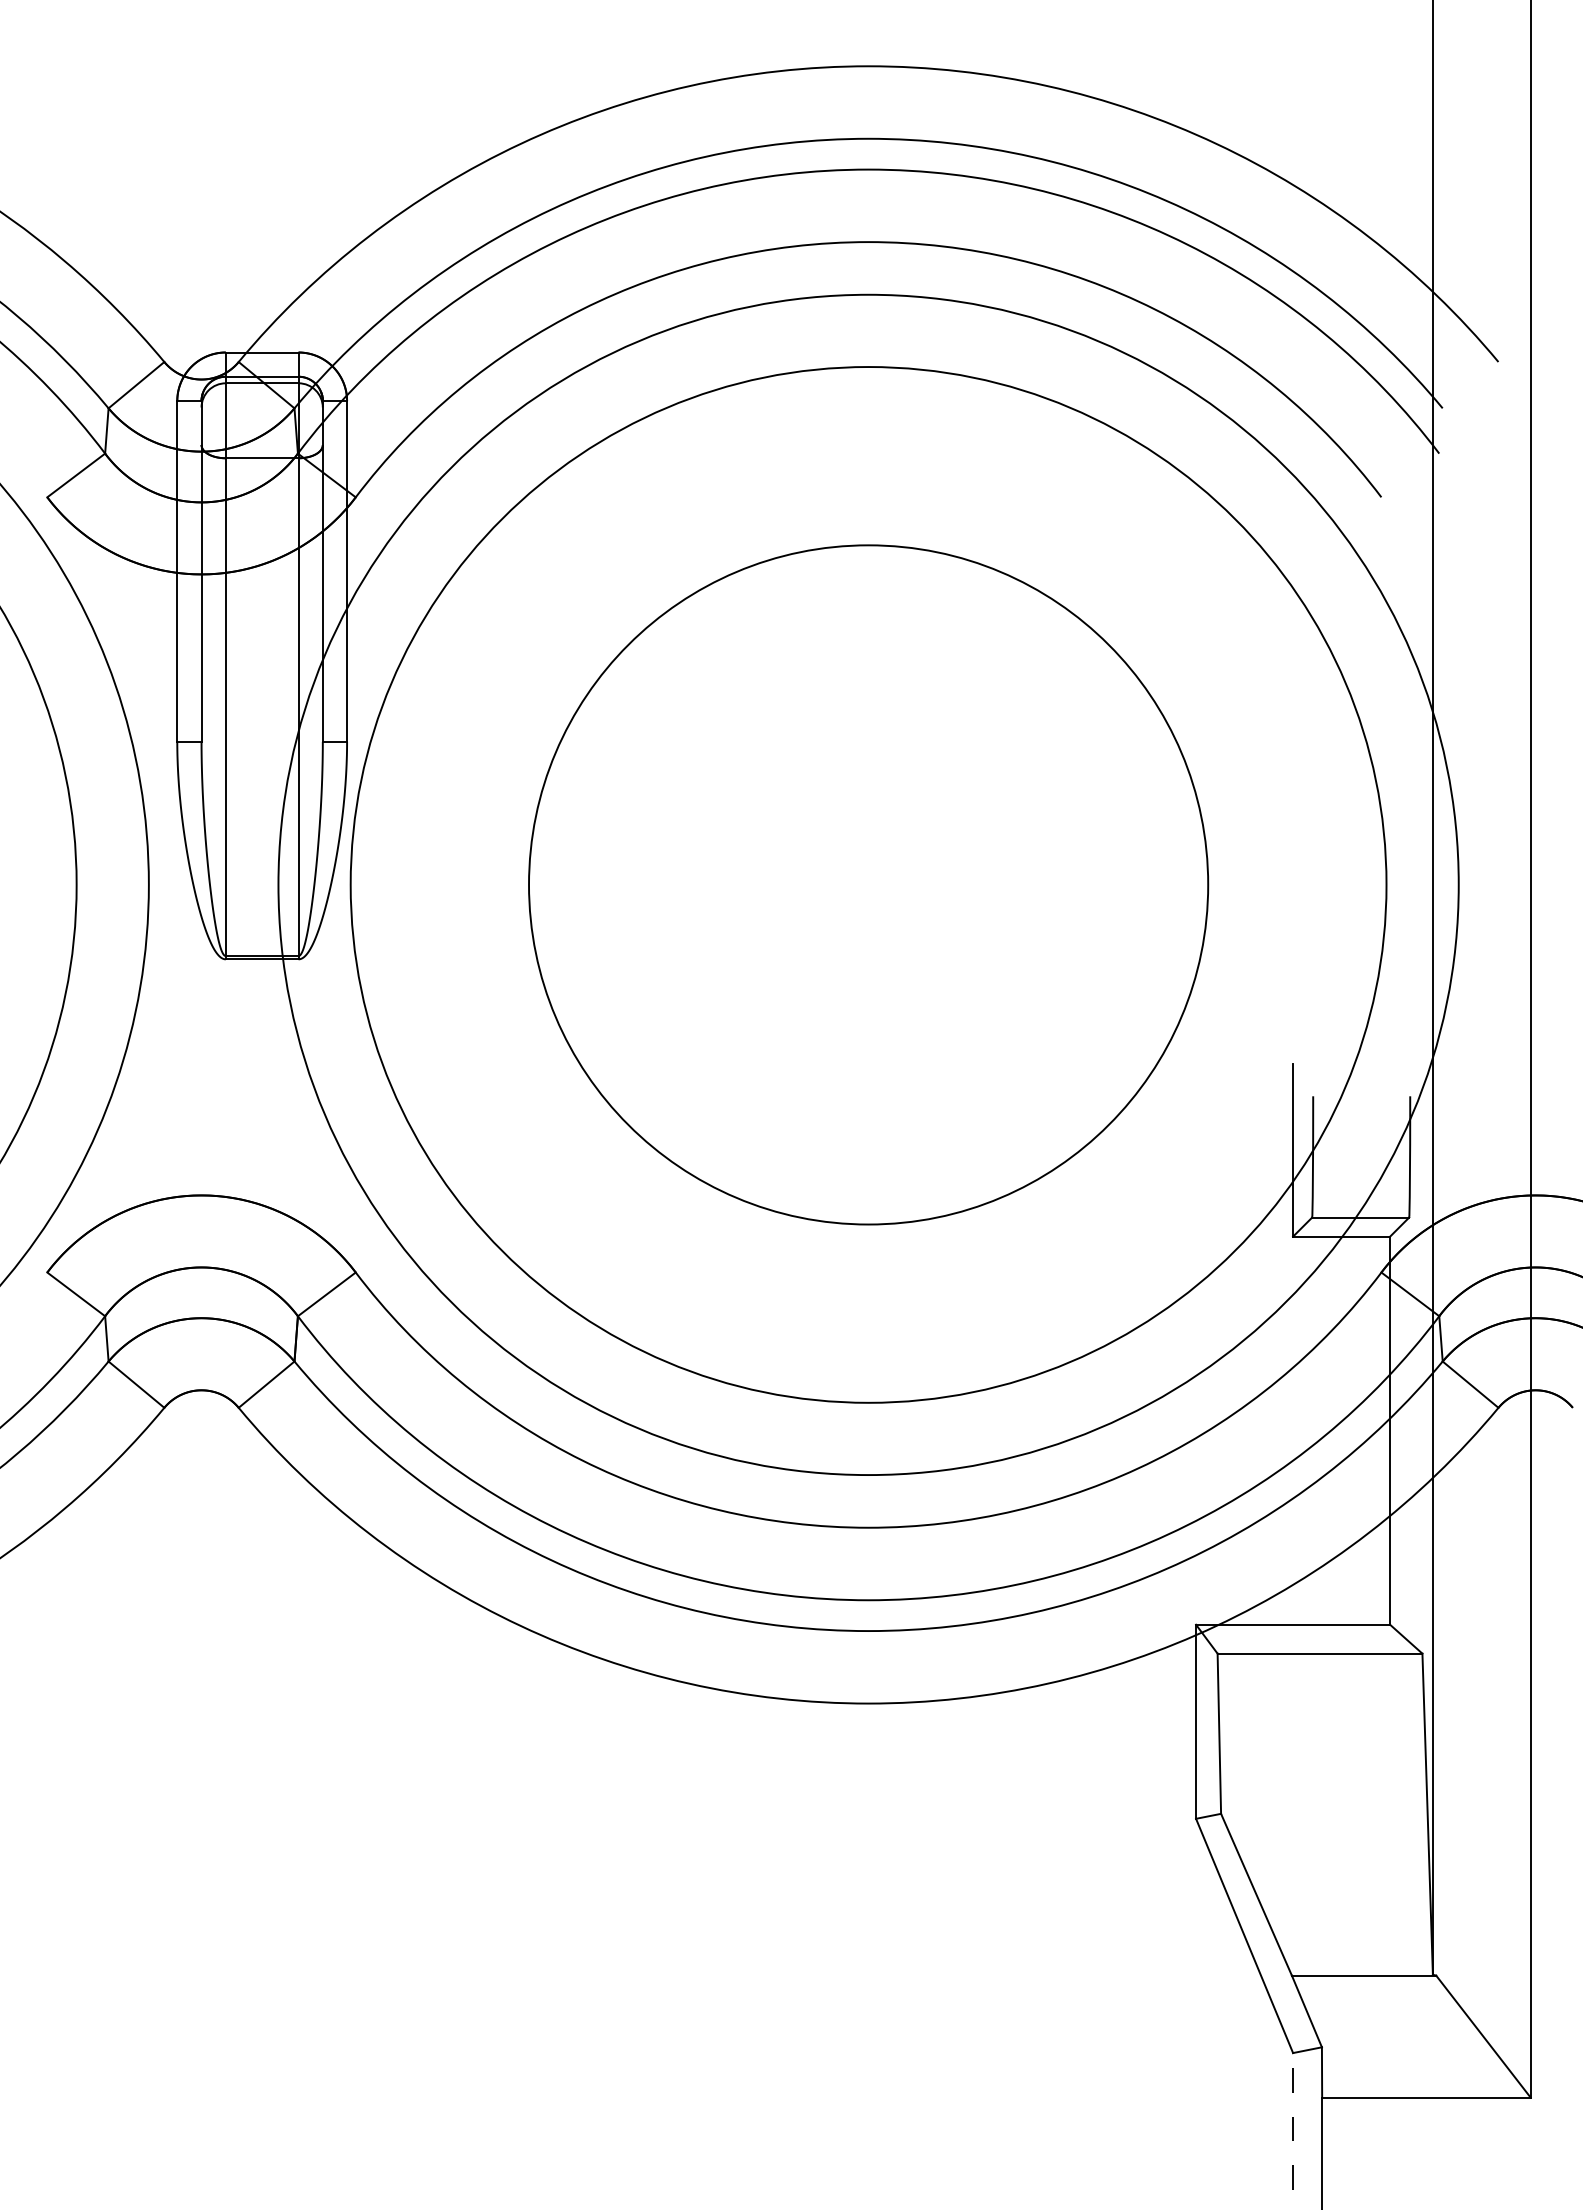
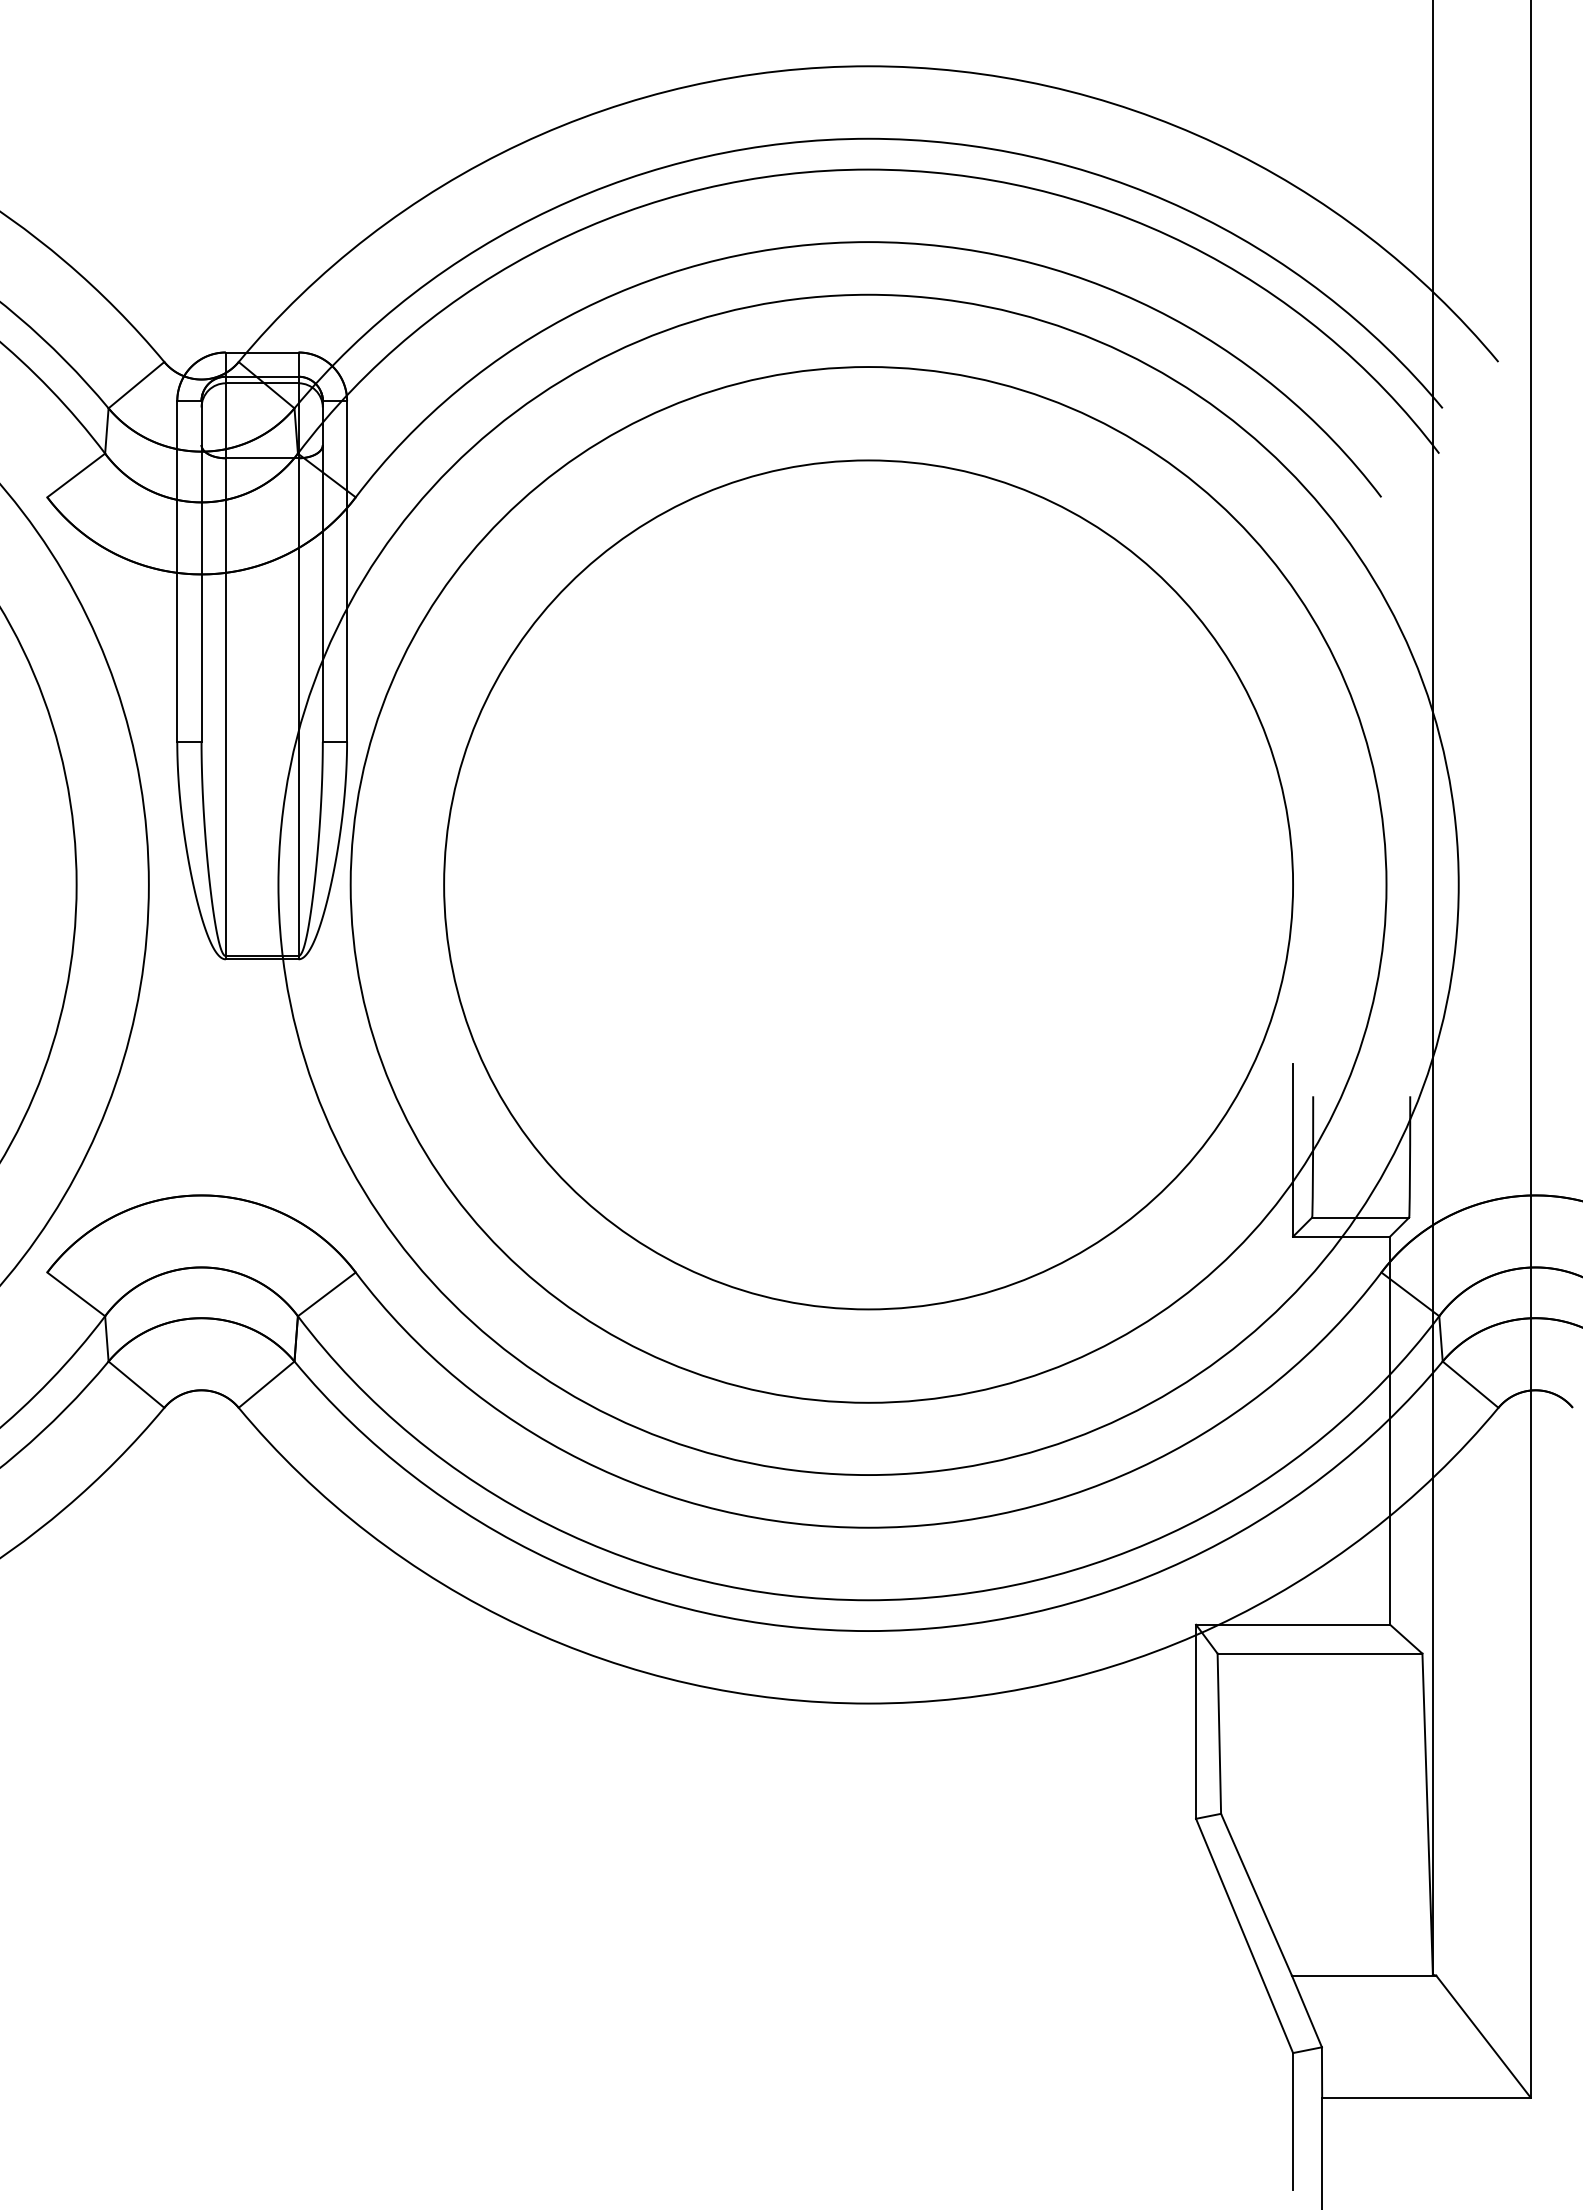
circle at (868, 884) diameter: 679 px -> 849 px
line at (1293, 2120): dashed -> solid
